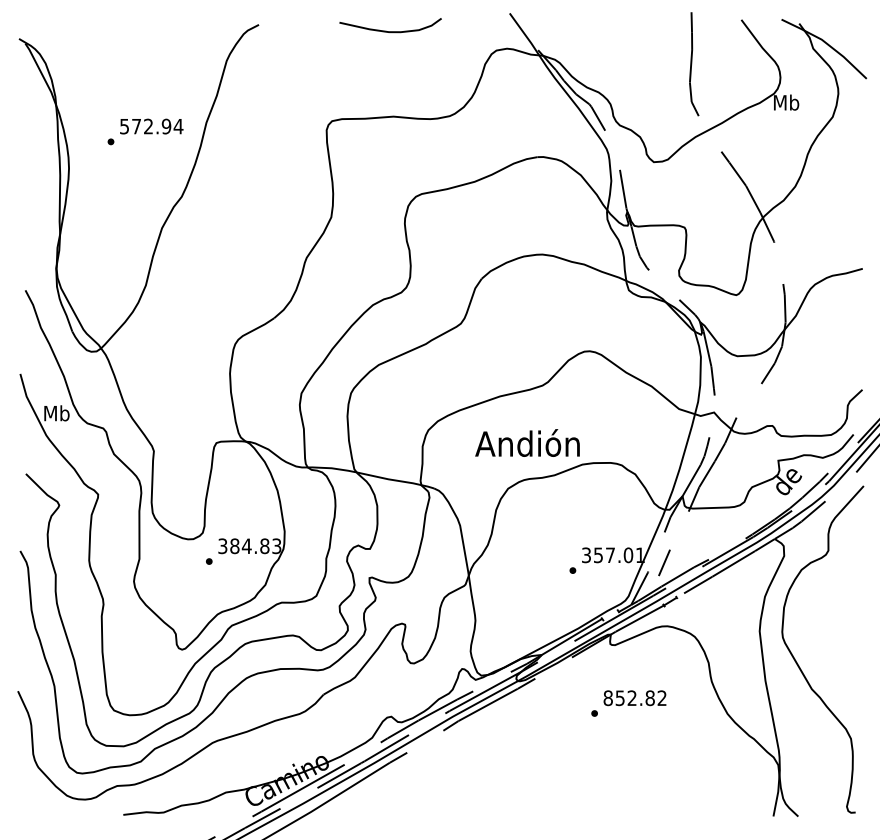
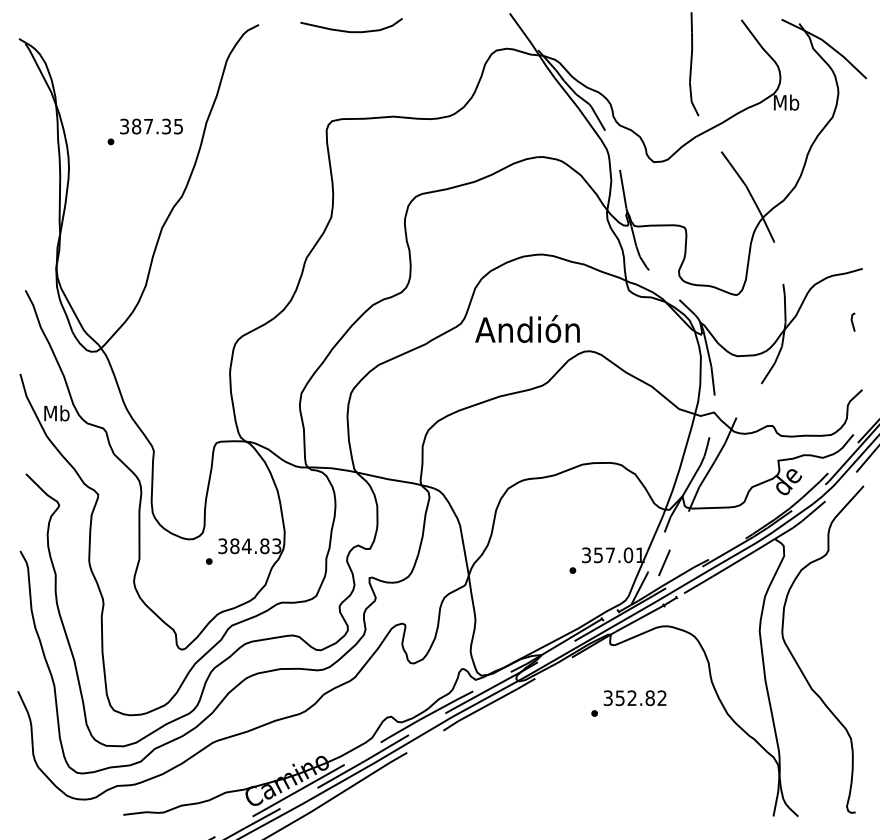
curve at (390, 31) position: (390, 31) -> (351, 31)
text at (151, 126): 572.94 -> 387.35
line at (852, 321): none -> present
text at (527, 442) position: (527, 442) -> (527, 328)
text at (607, 698): 852.82 -> 352.82
